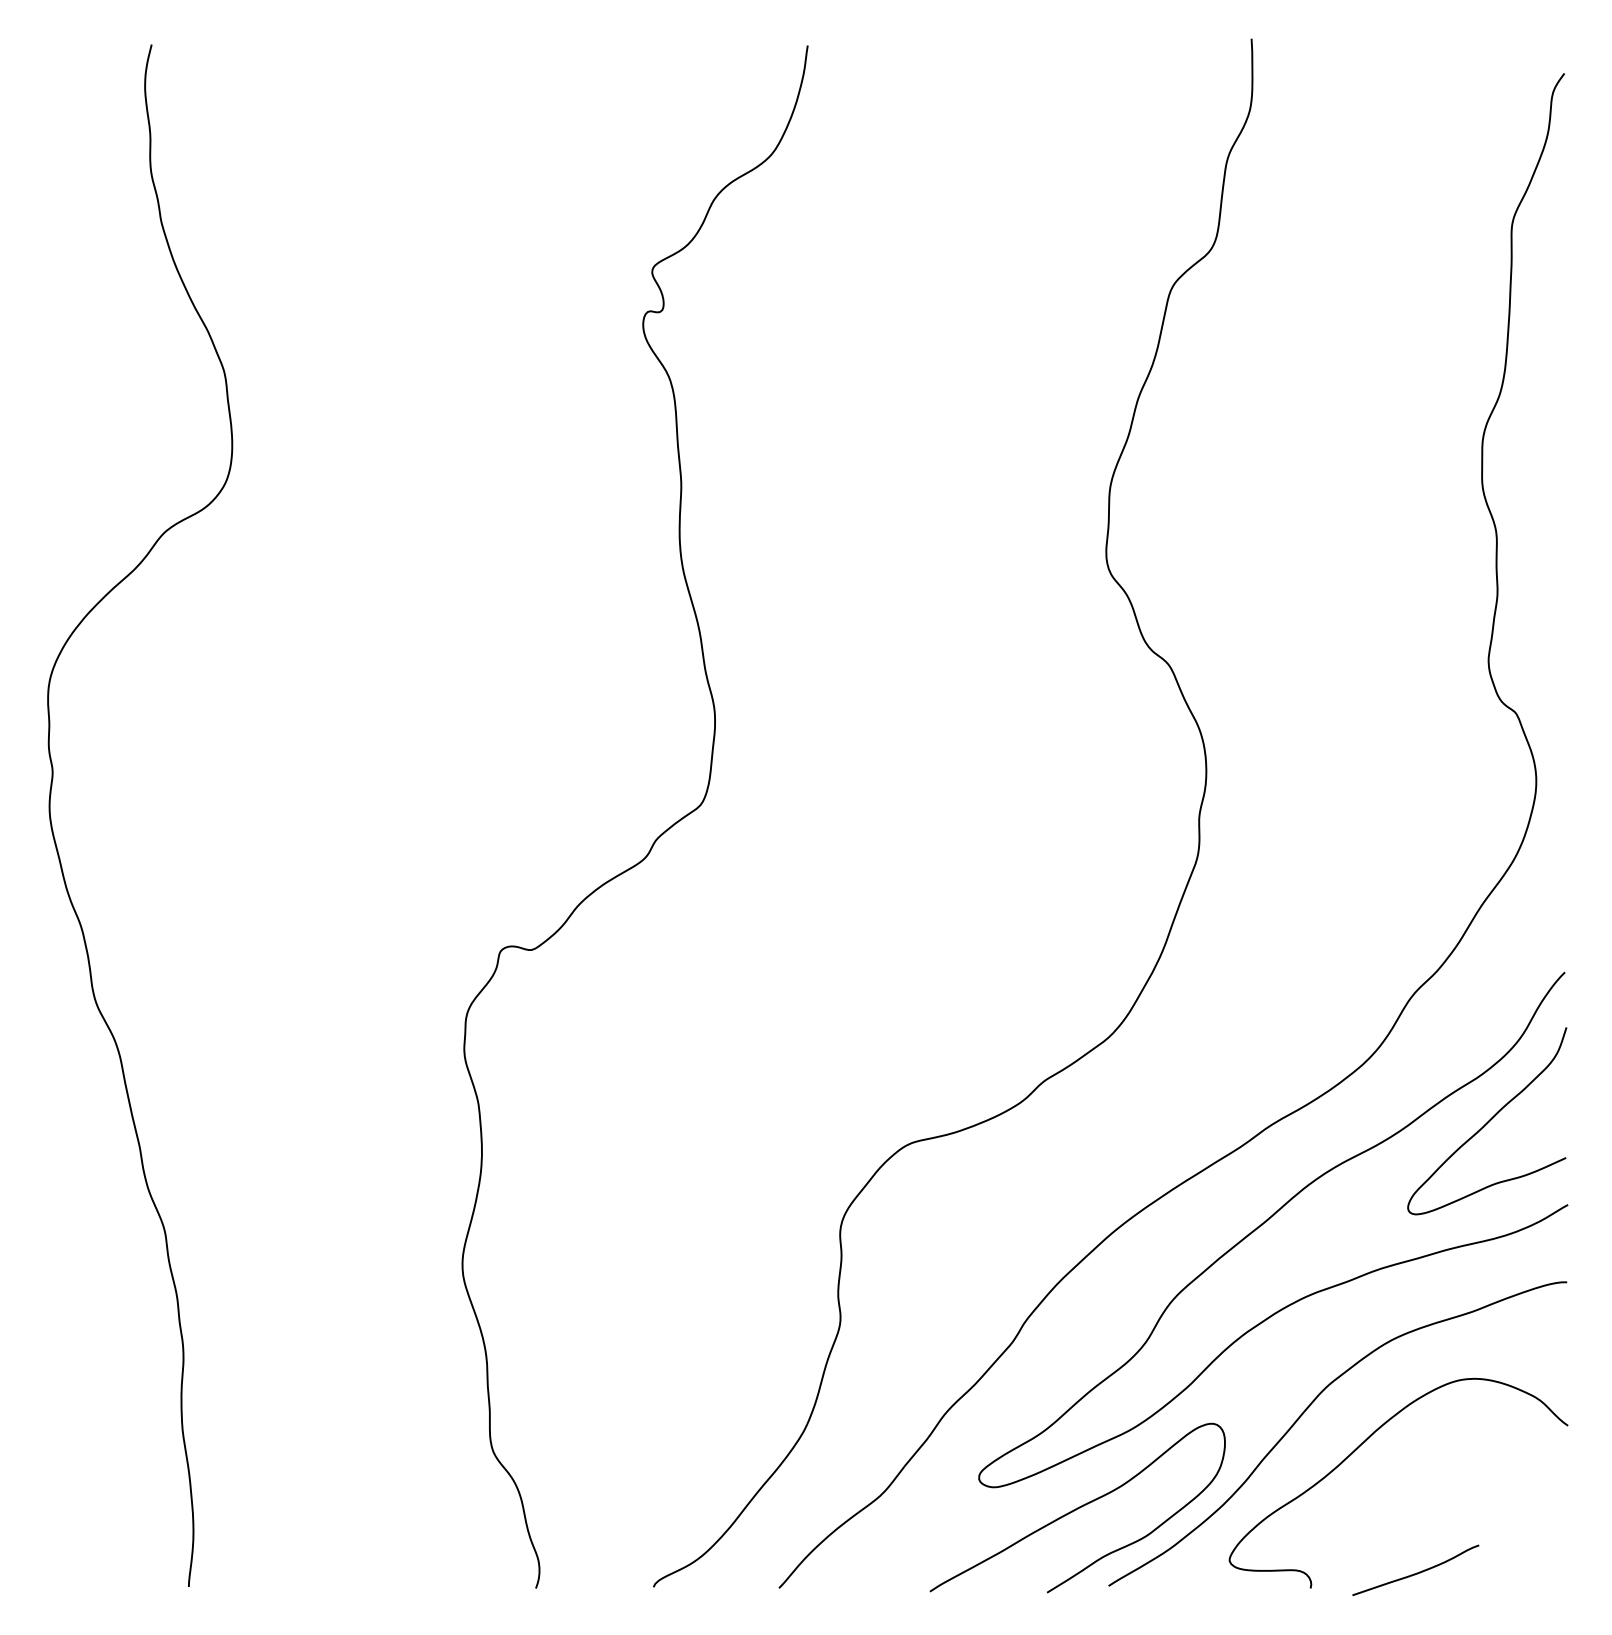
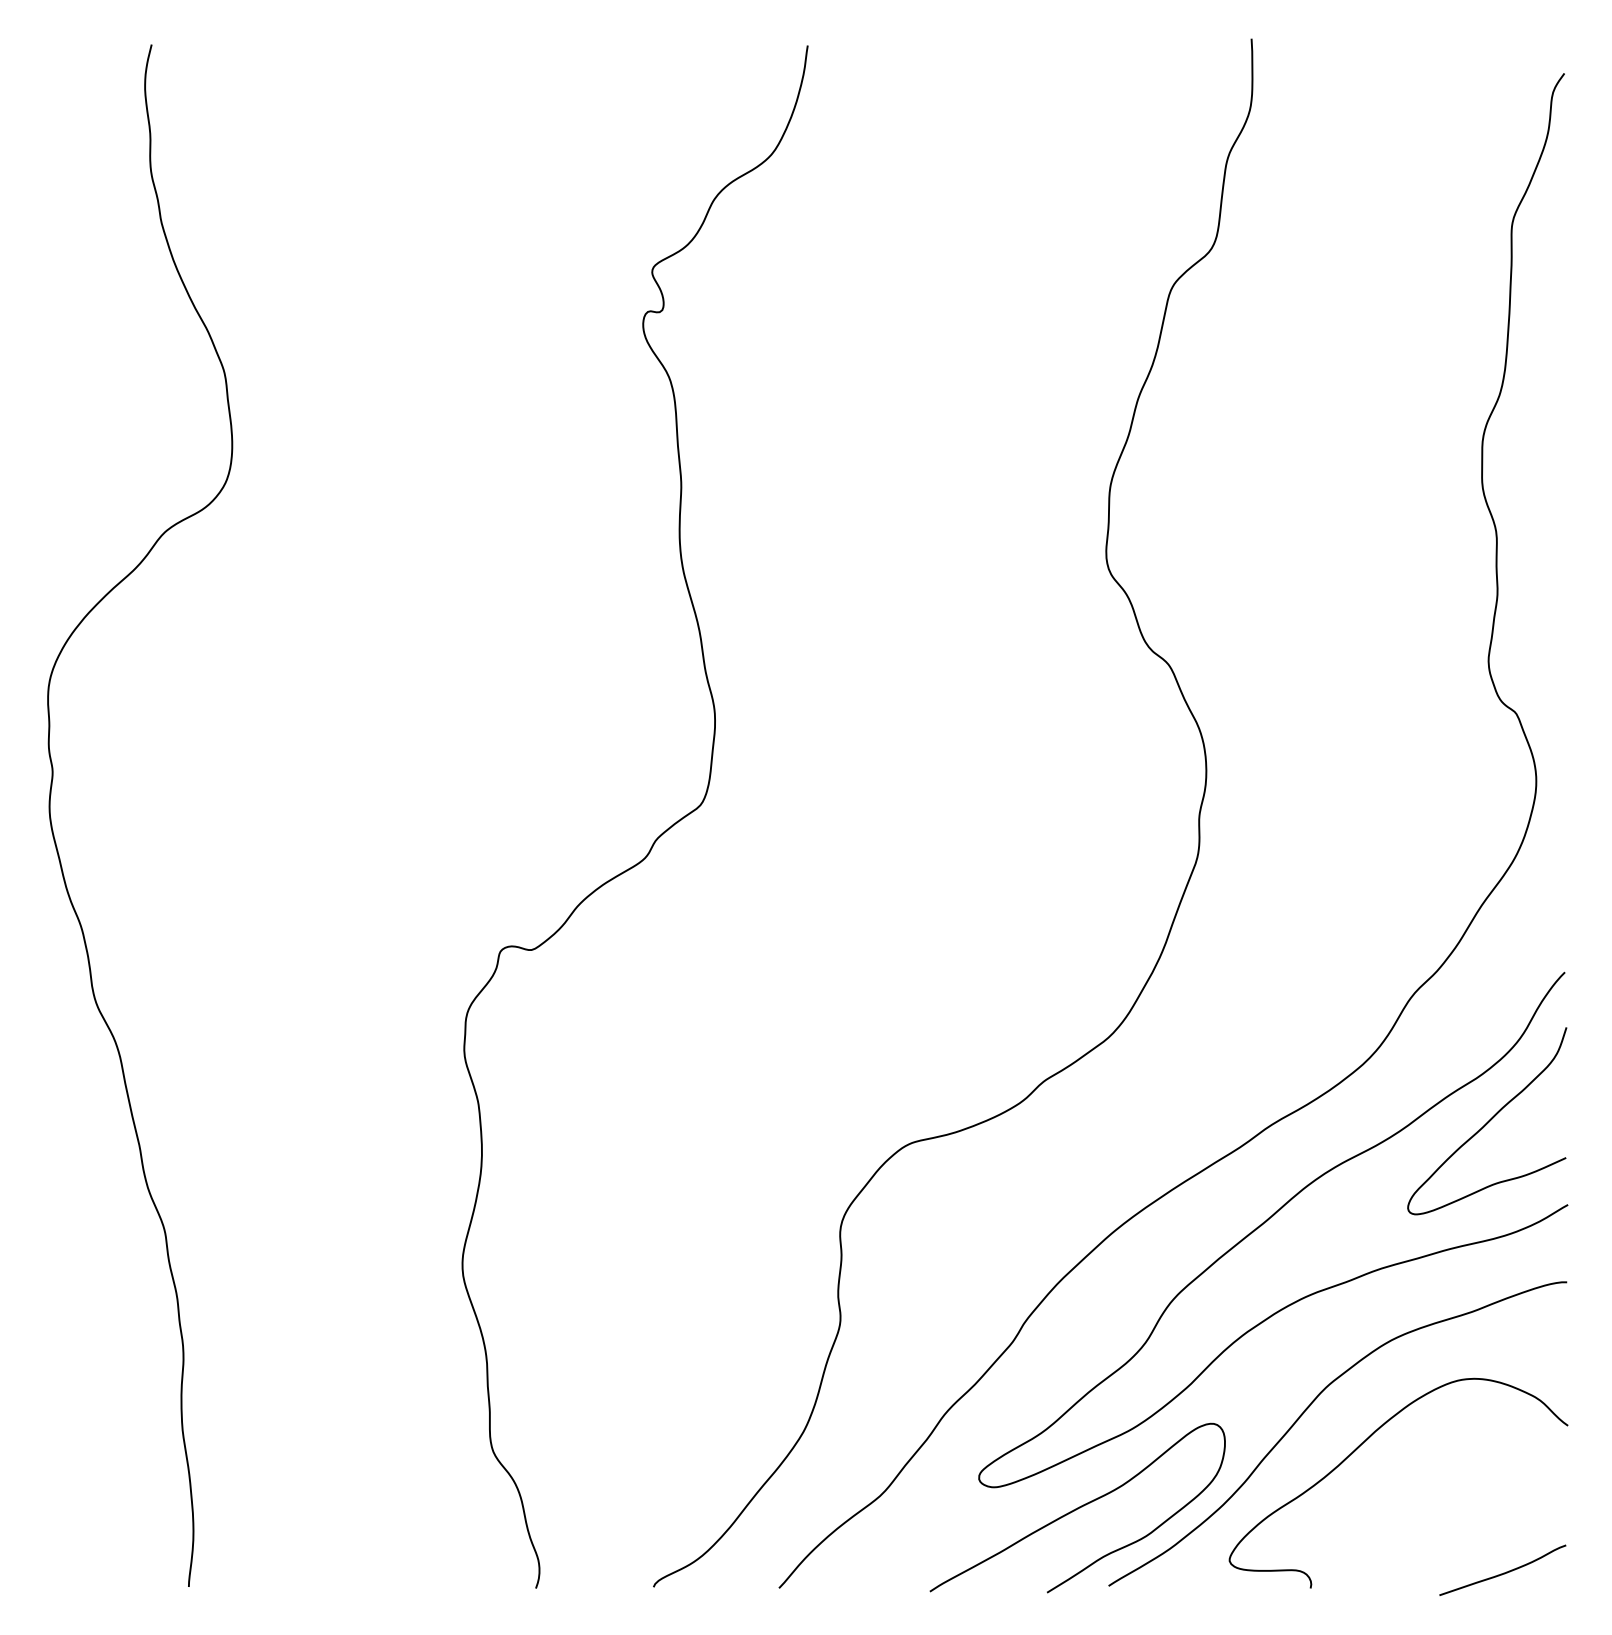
curve at (1416, 1572) position: (1416, 1572) -> (1503, 1572)
